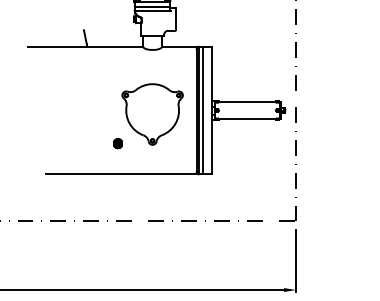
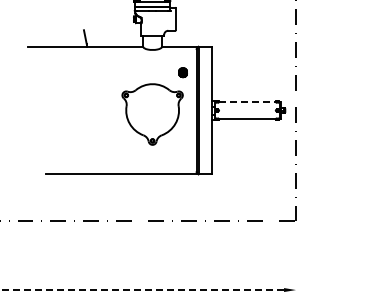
line at (247, 102): solid -> dashed
line at (202, 110): present -> none
part at (117, 143) position: (117, 143) -> (182, 72)
line at (296, 261): present -> none
line at (142, 290): solid -> dashed
